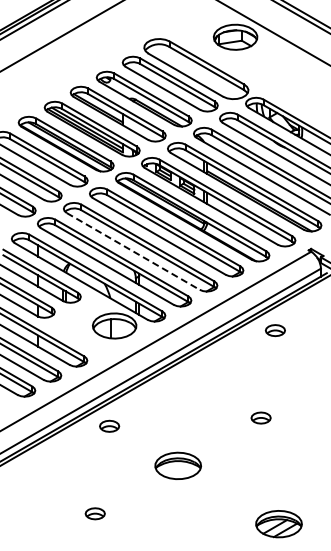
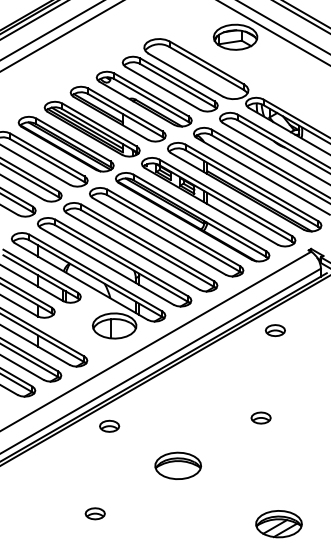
line at (283, 27): none -> present
line at (51, 30): none -> present
line at (133, 251): dashed -> solid
